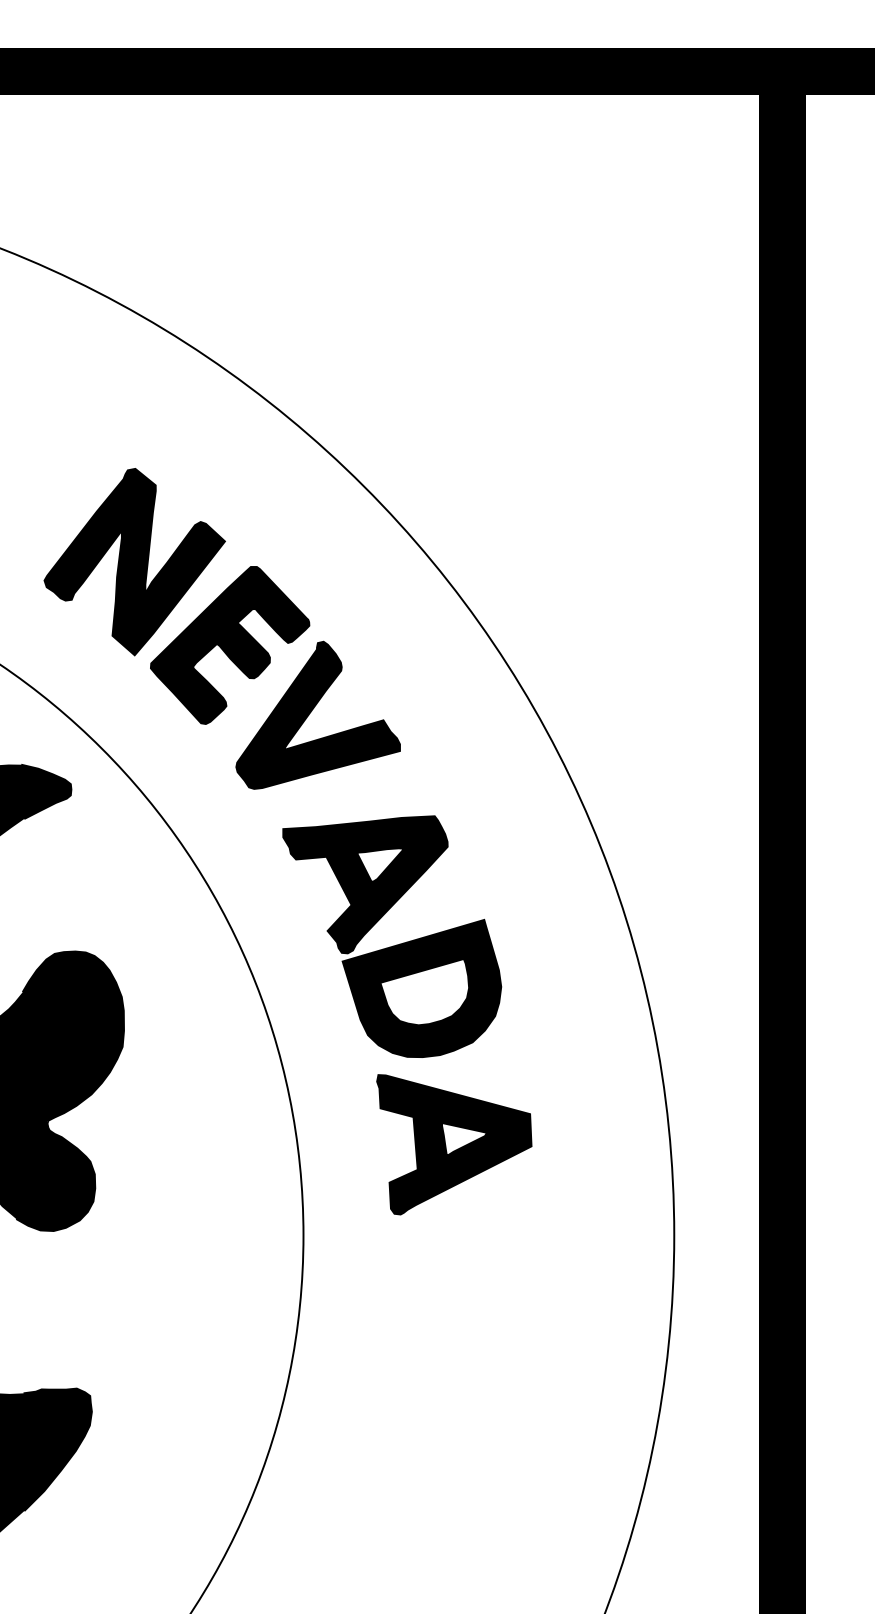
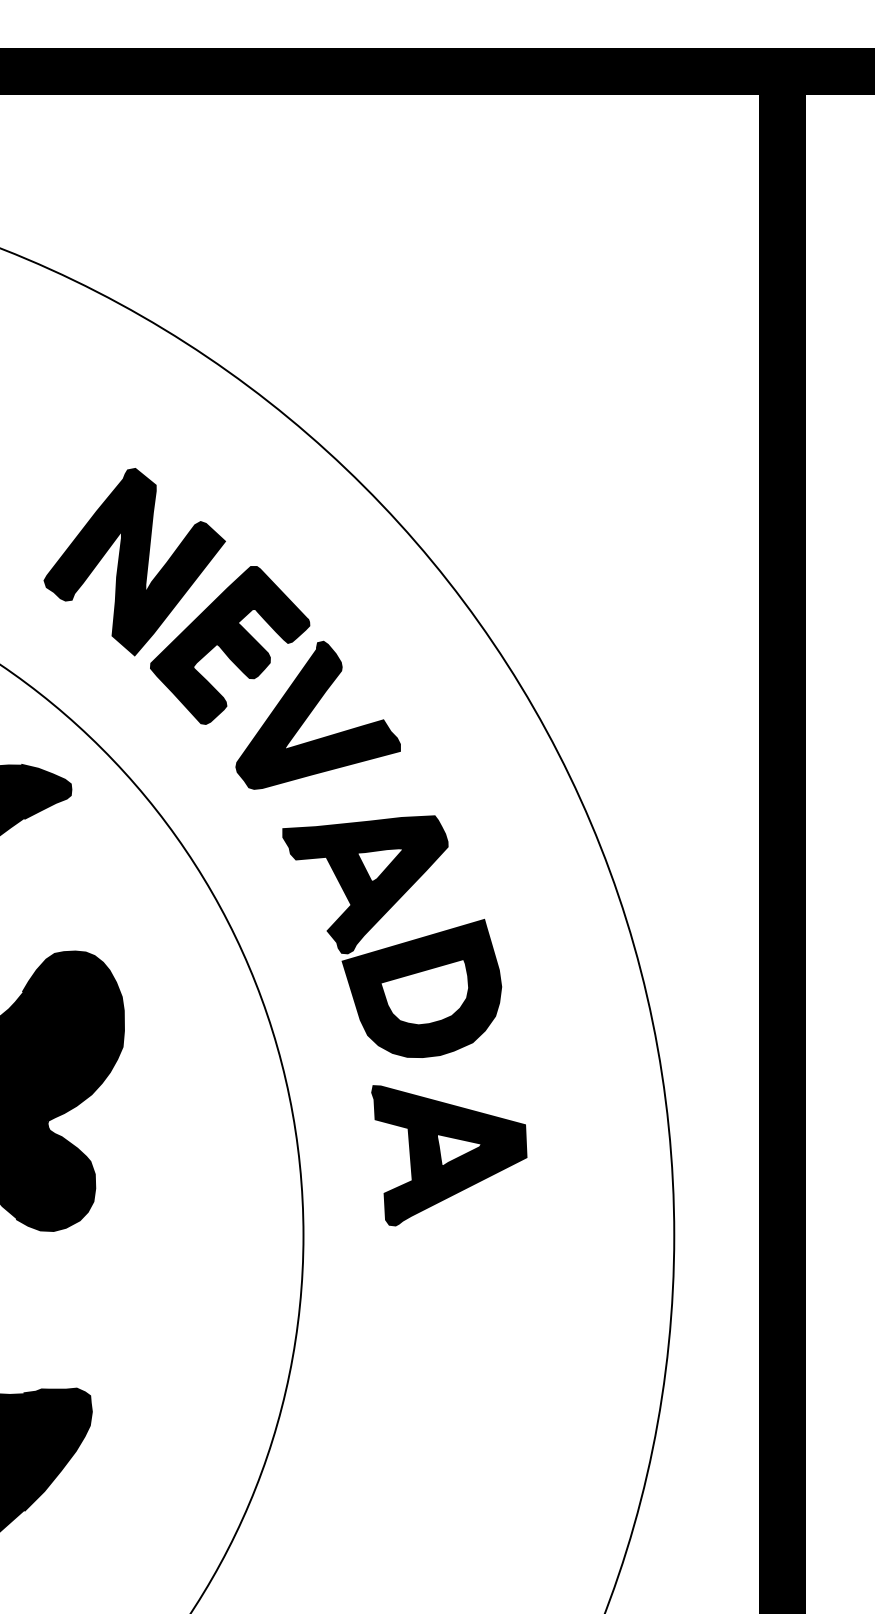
part at (454, 1144) position: (454, 1144) -> (449, 1155)
